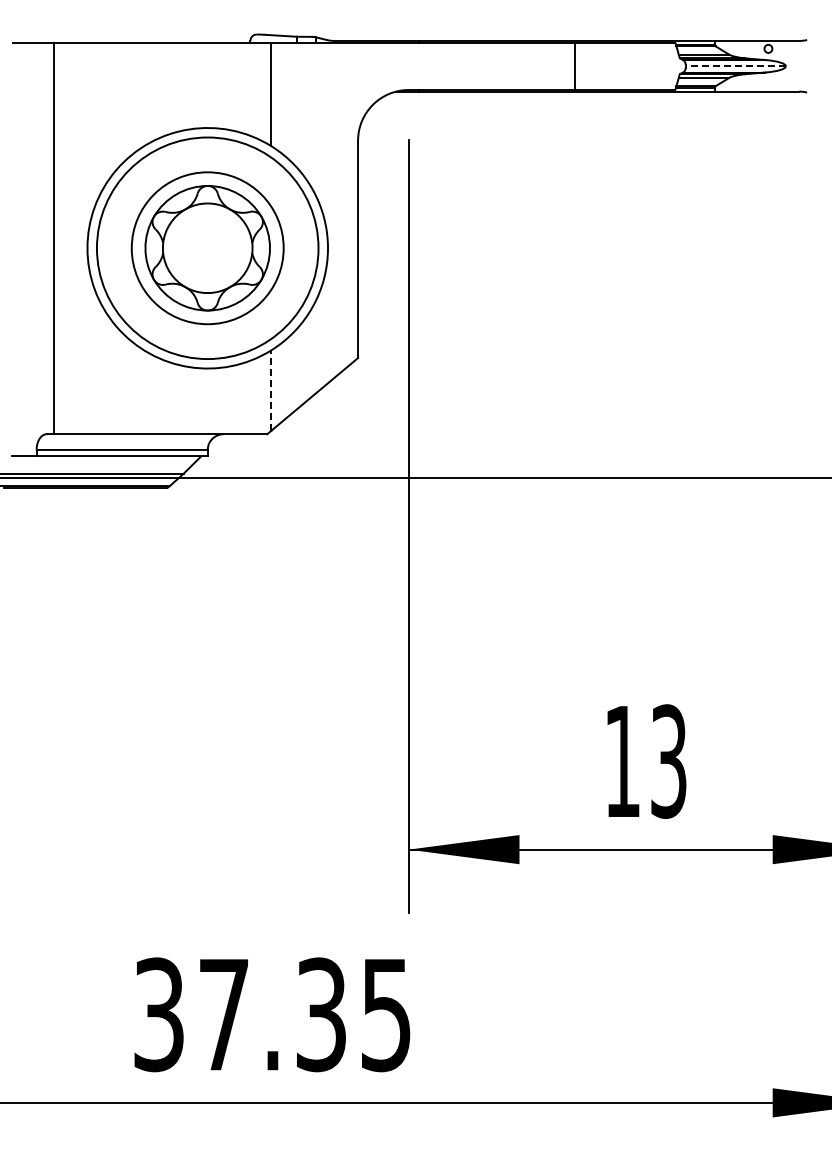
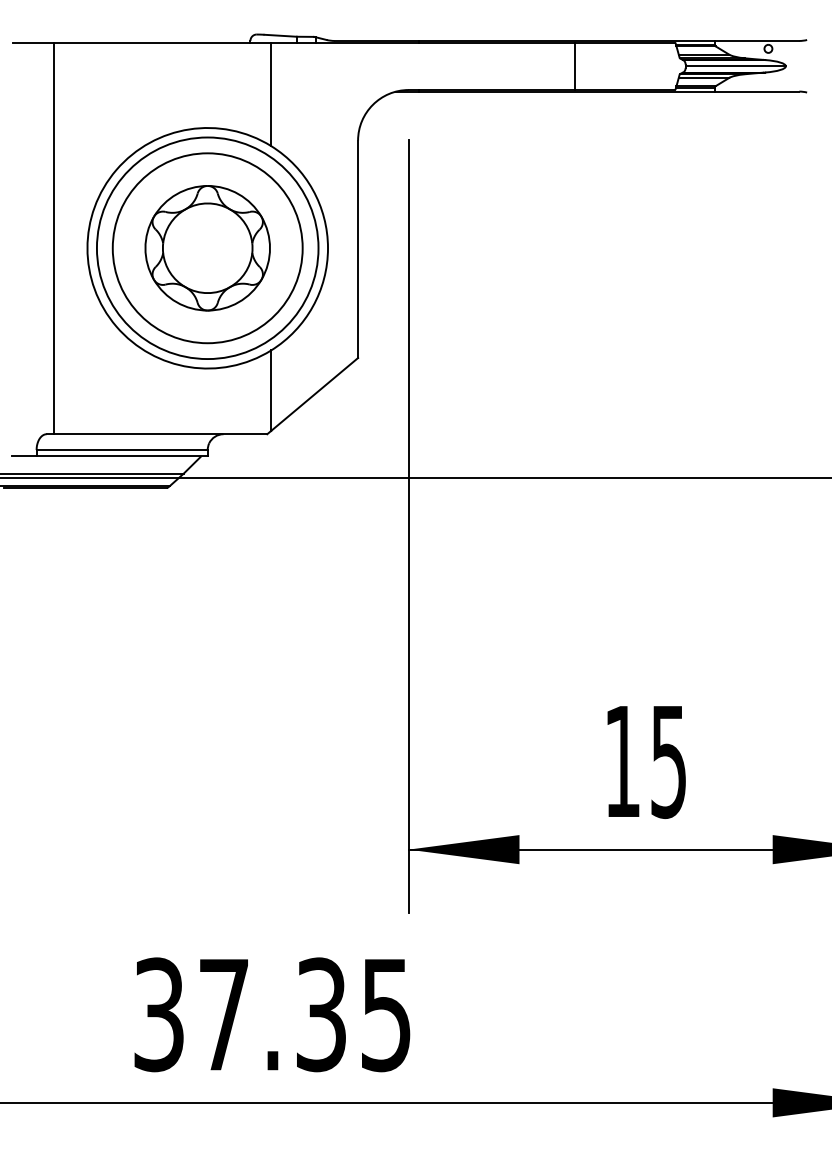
line at (735, 66): dashed -> solid
circle at (207, 248) diameter: 152 px -> 190 px
line at (271, 390): dashed -> solid
text at (668, 761): 13 -> 15
